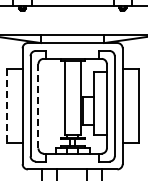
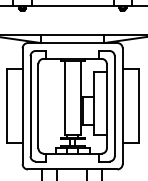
line at (6, 106): dashed -> solid
line at (38, 106): dashed -> solid
